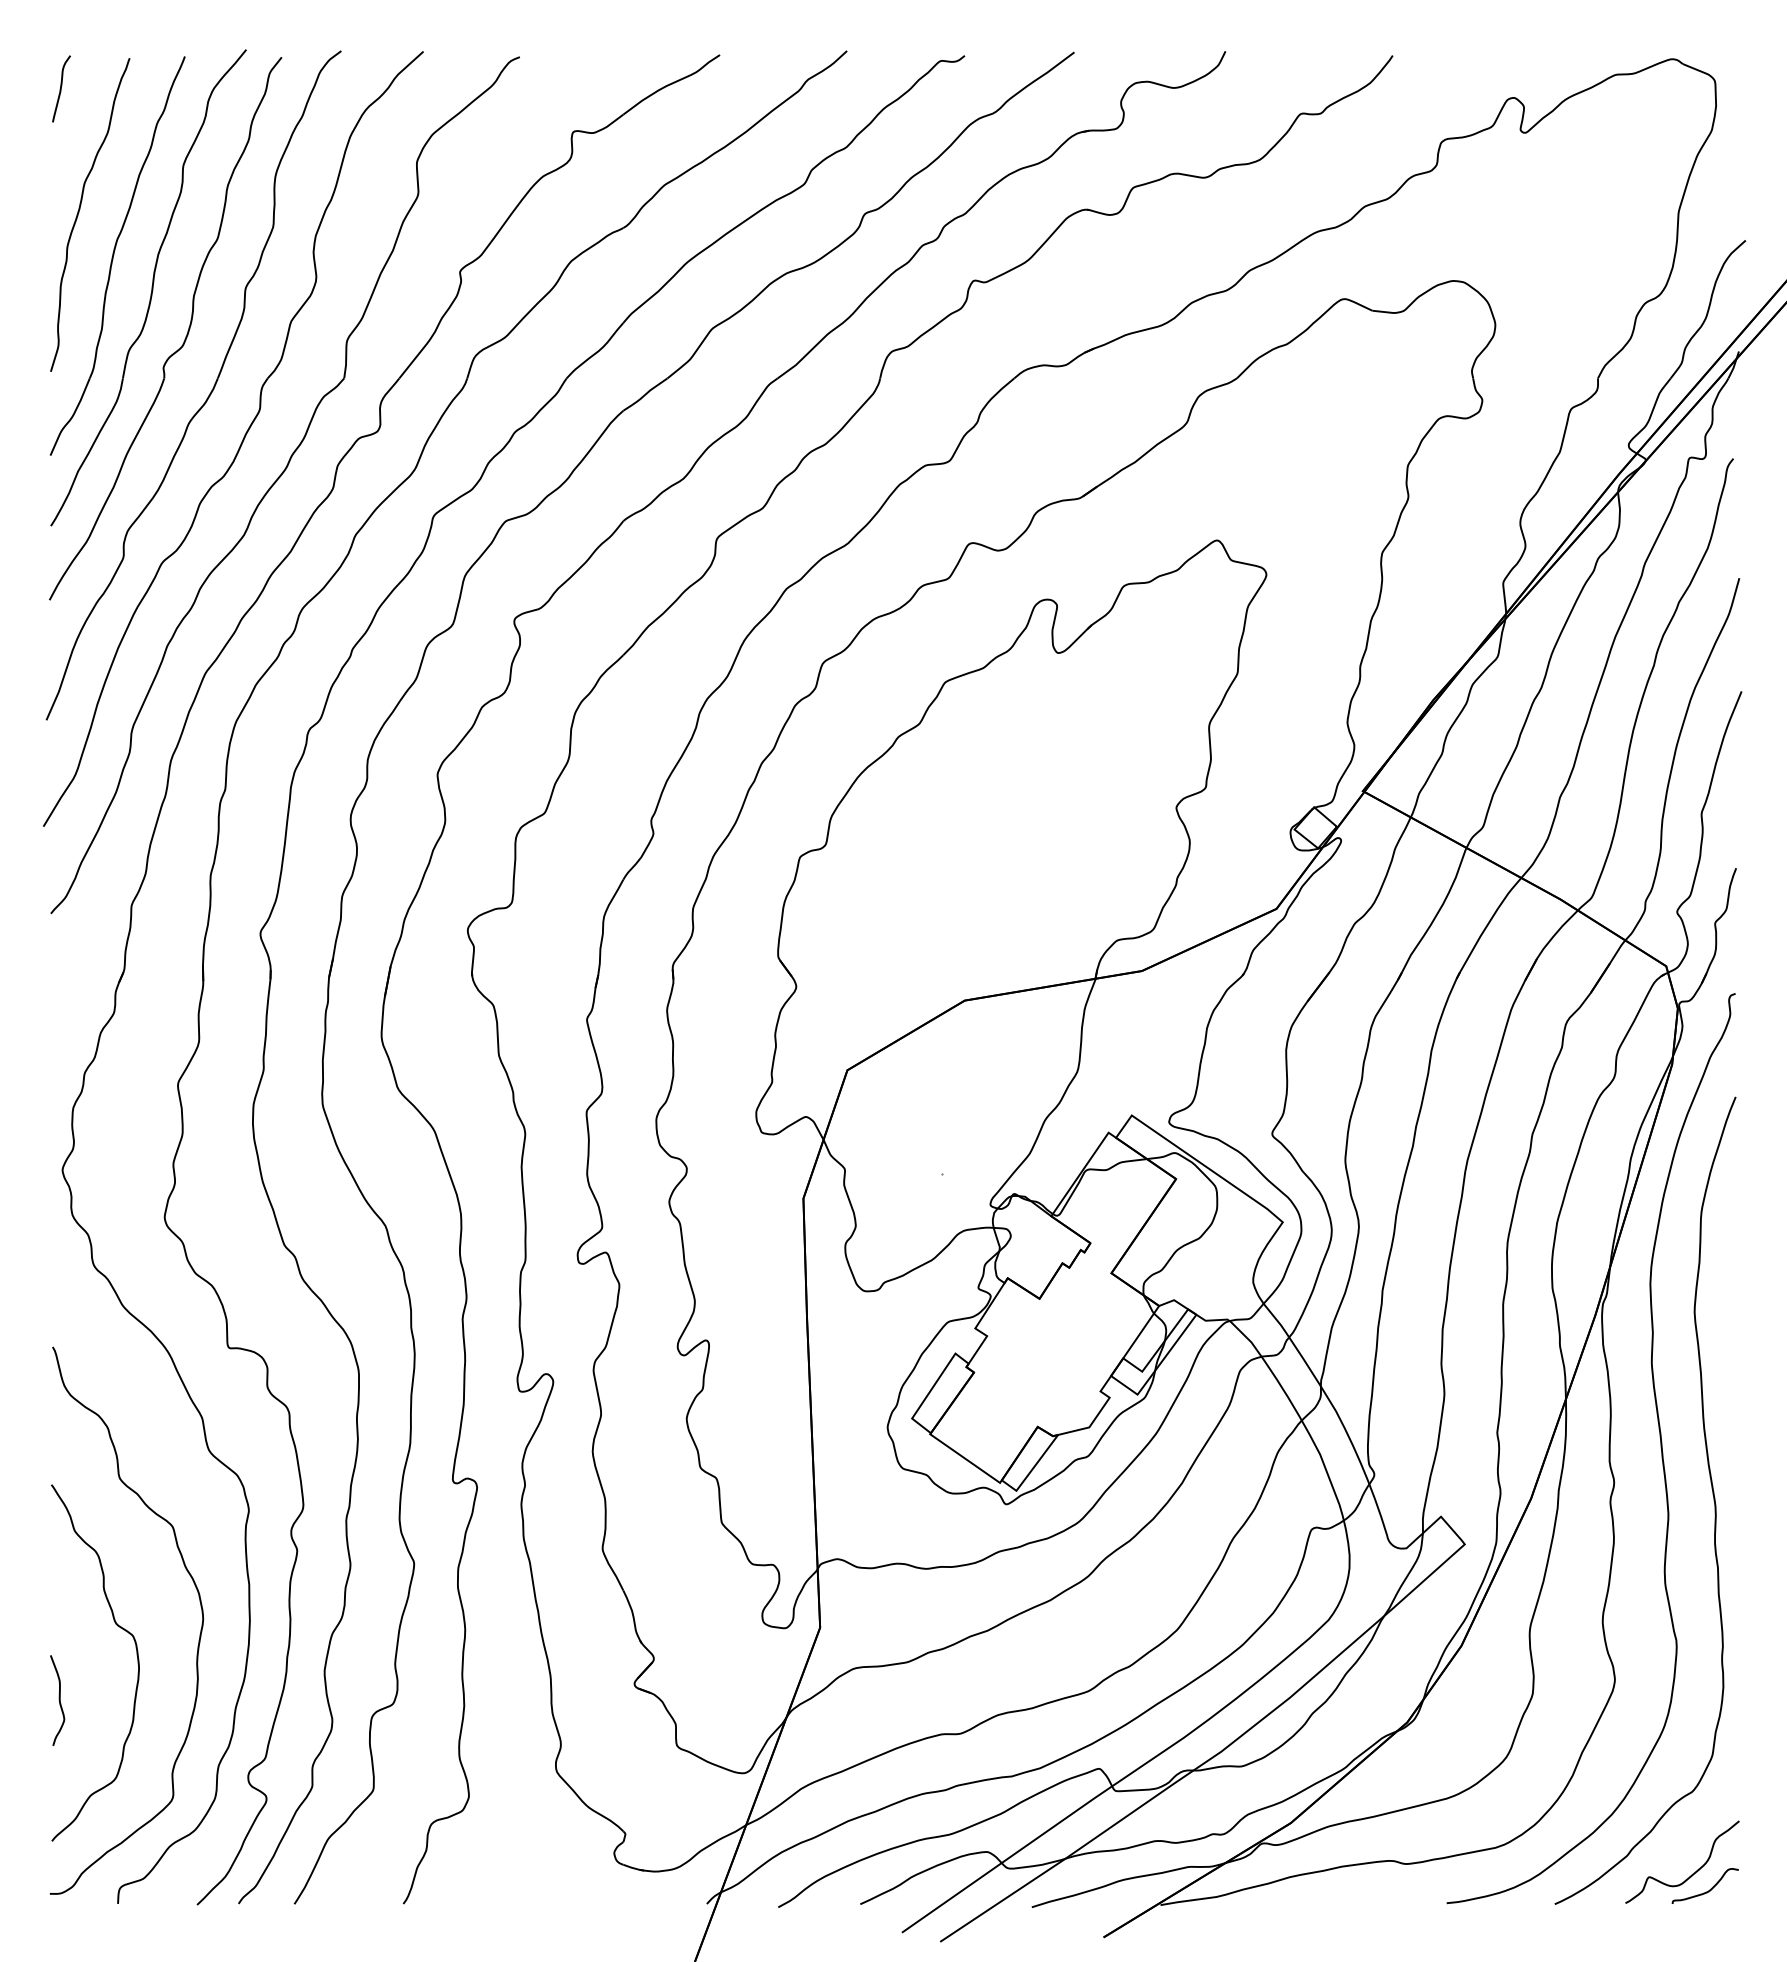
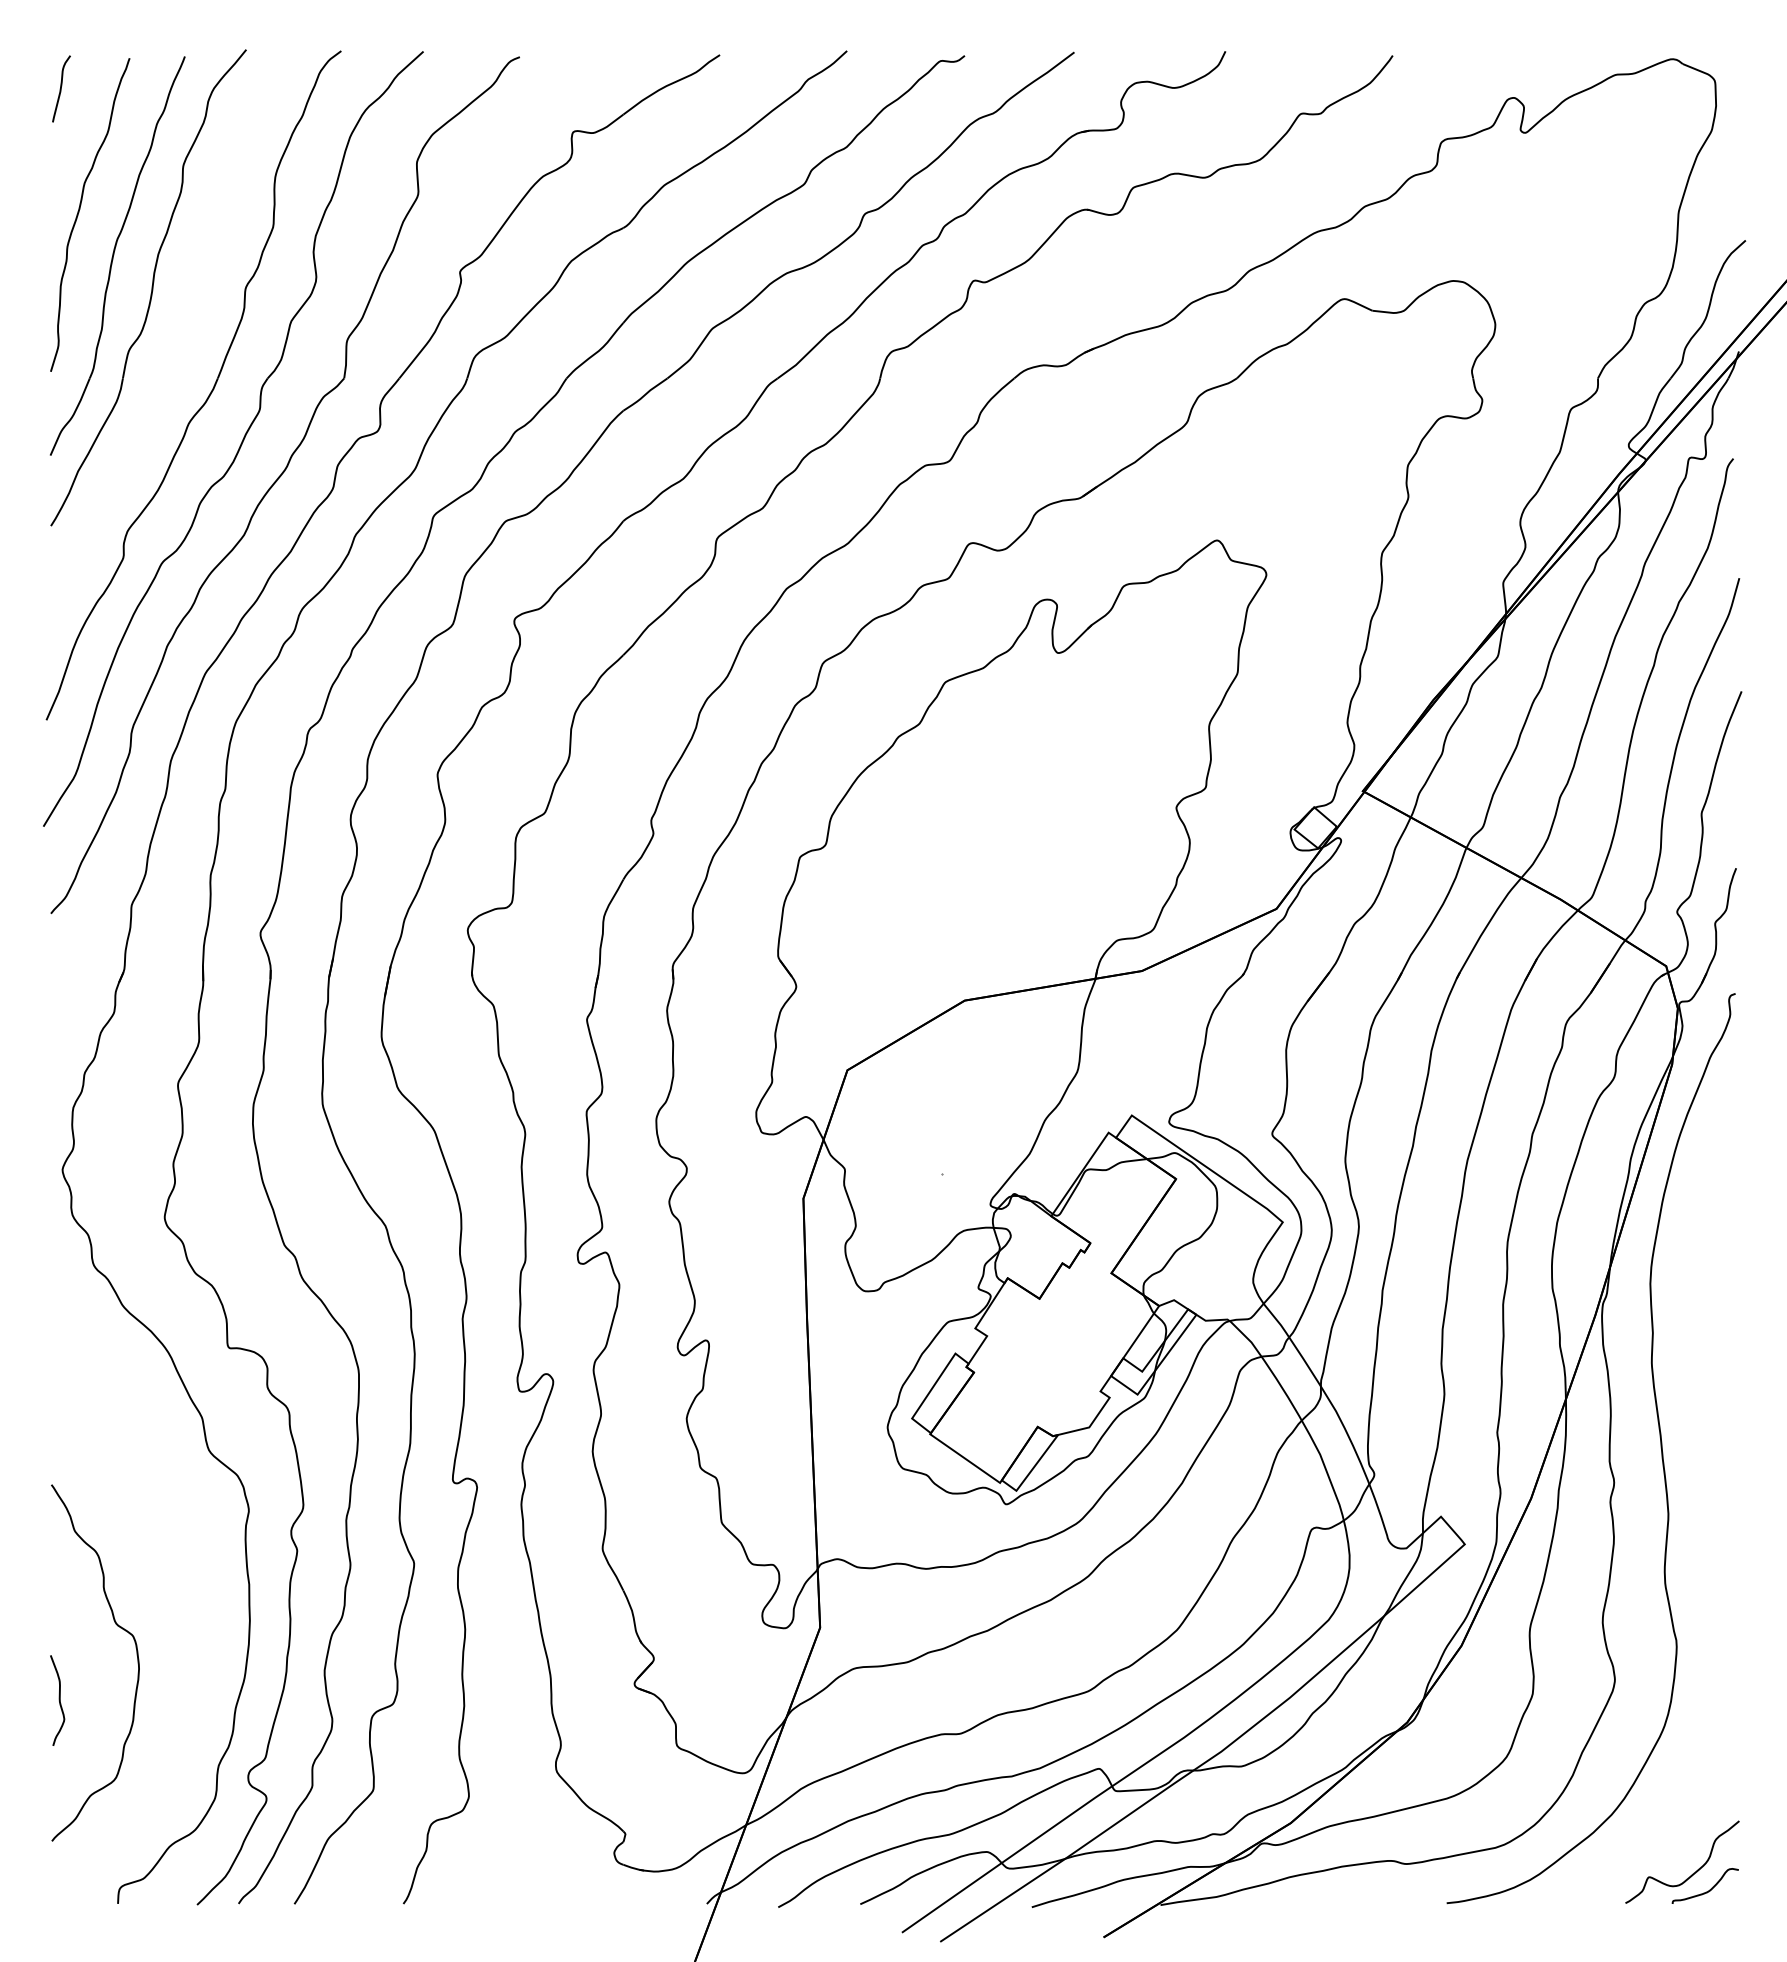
part at (185, 336): present -> none
curve at (1711, 1488): present -> none
curve at (199, 1634): present -> none
